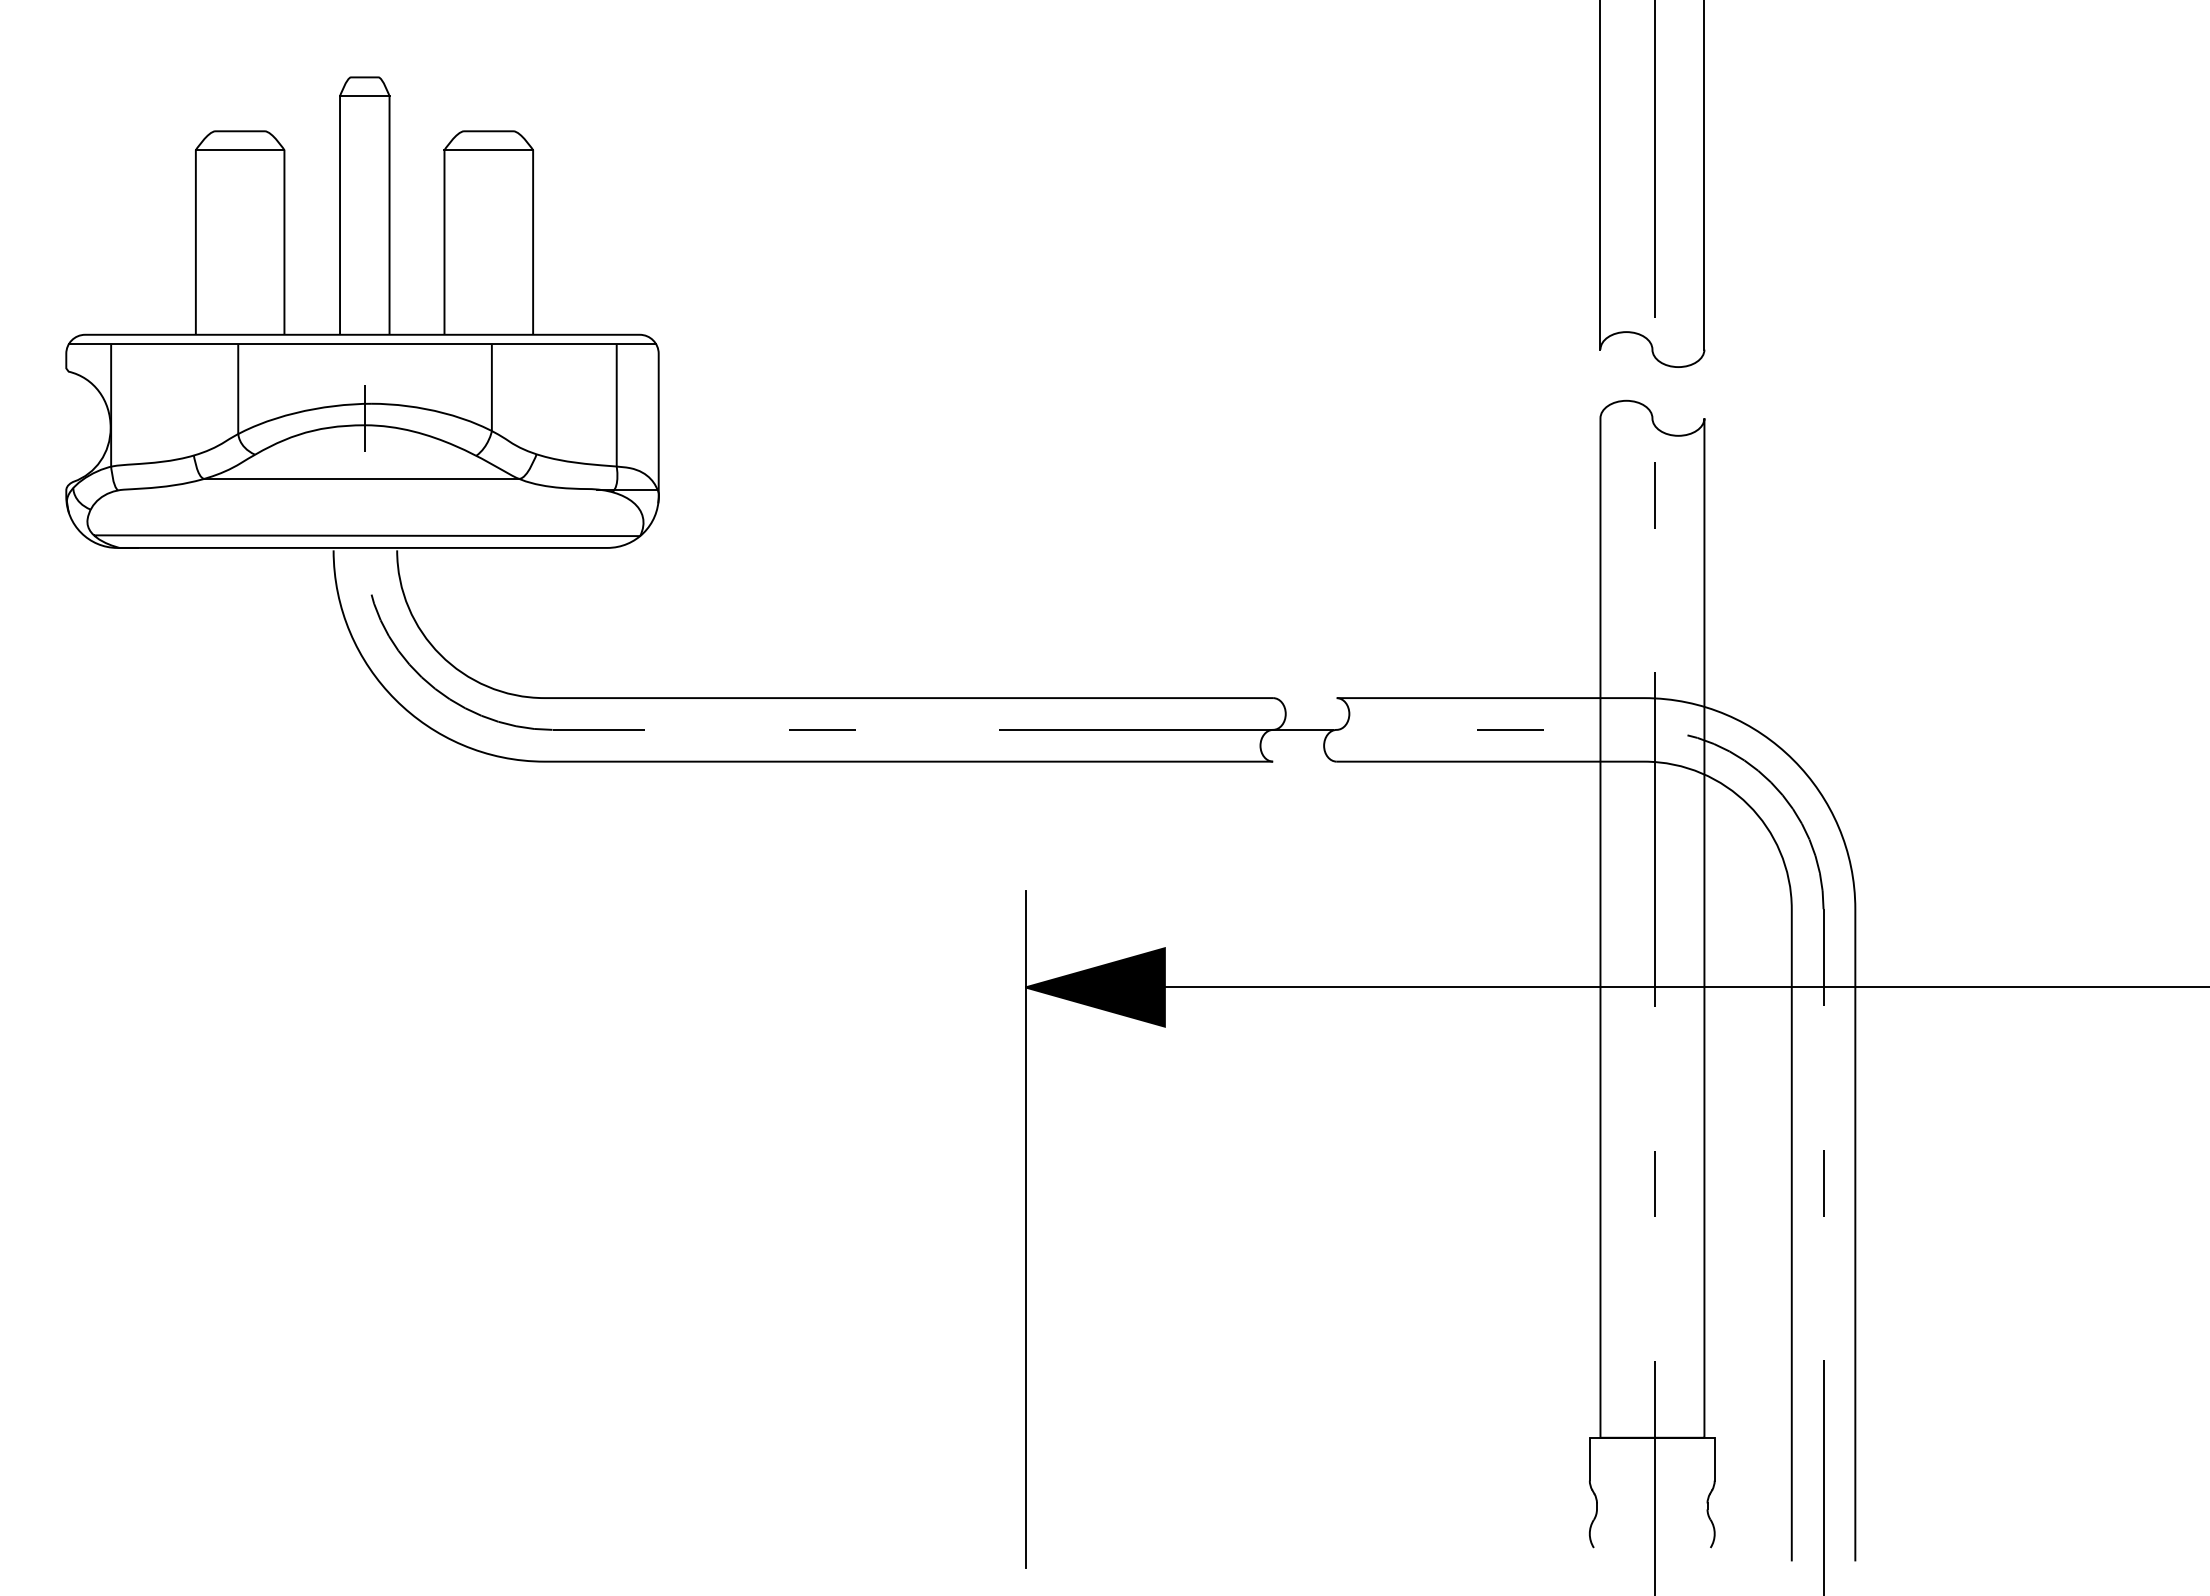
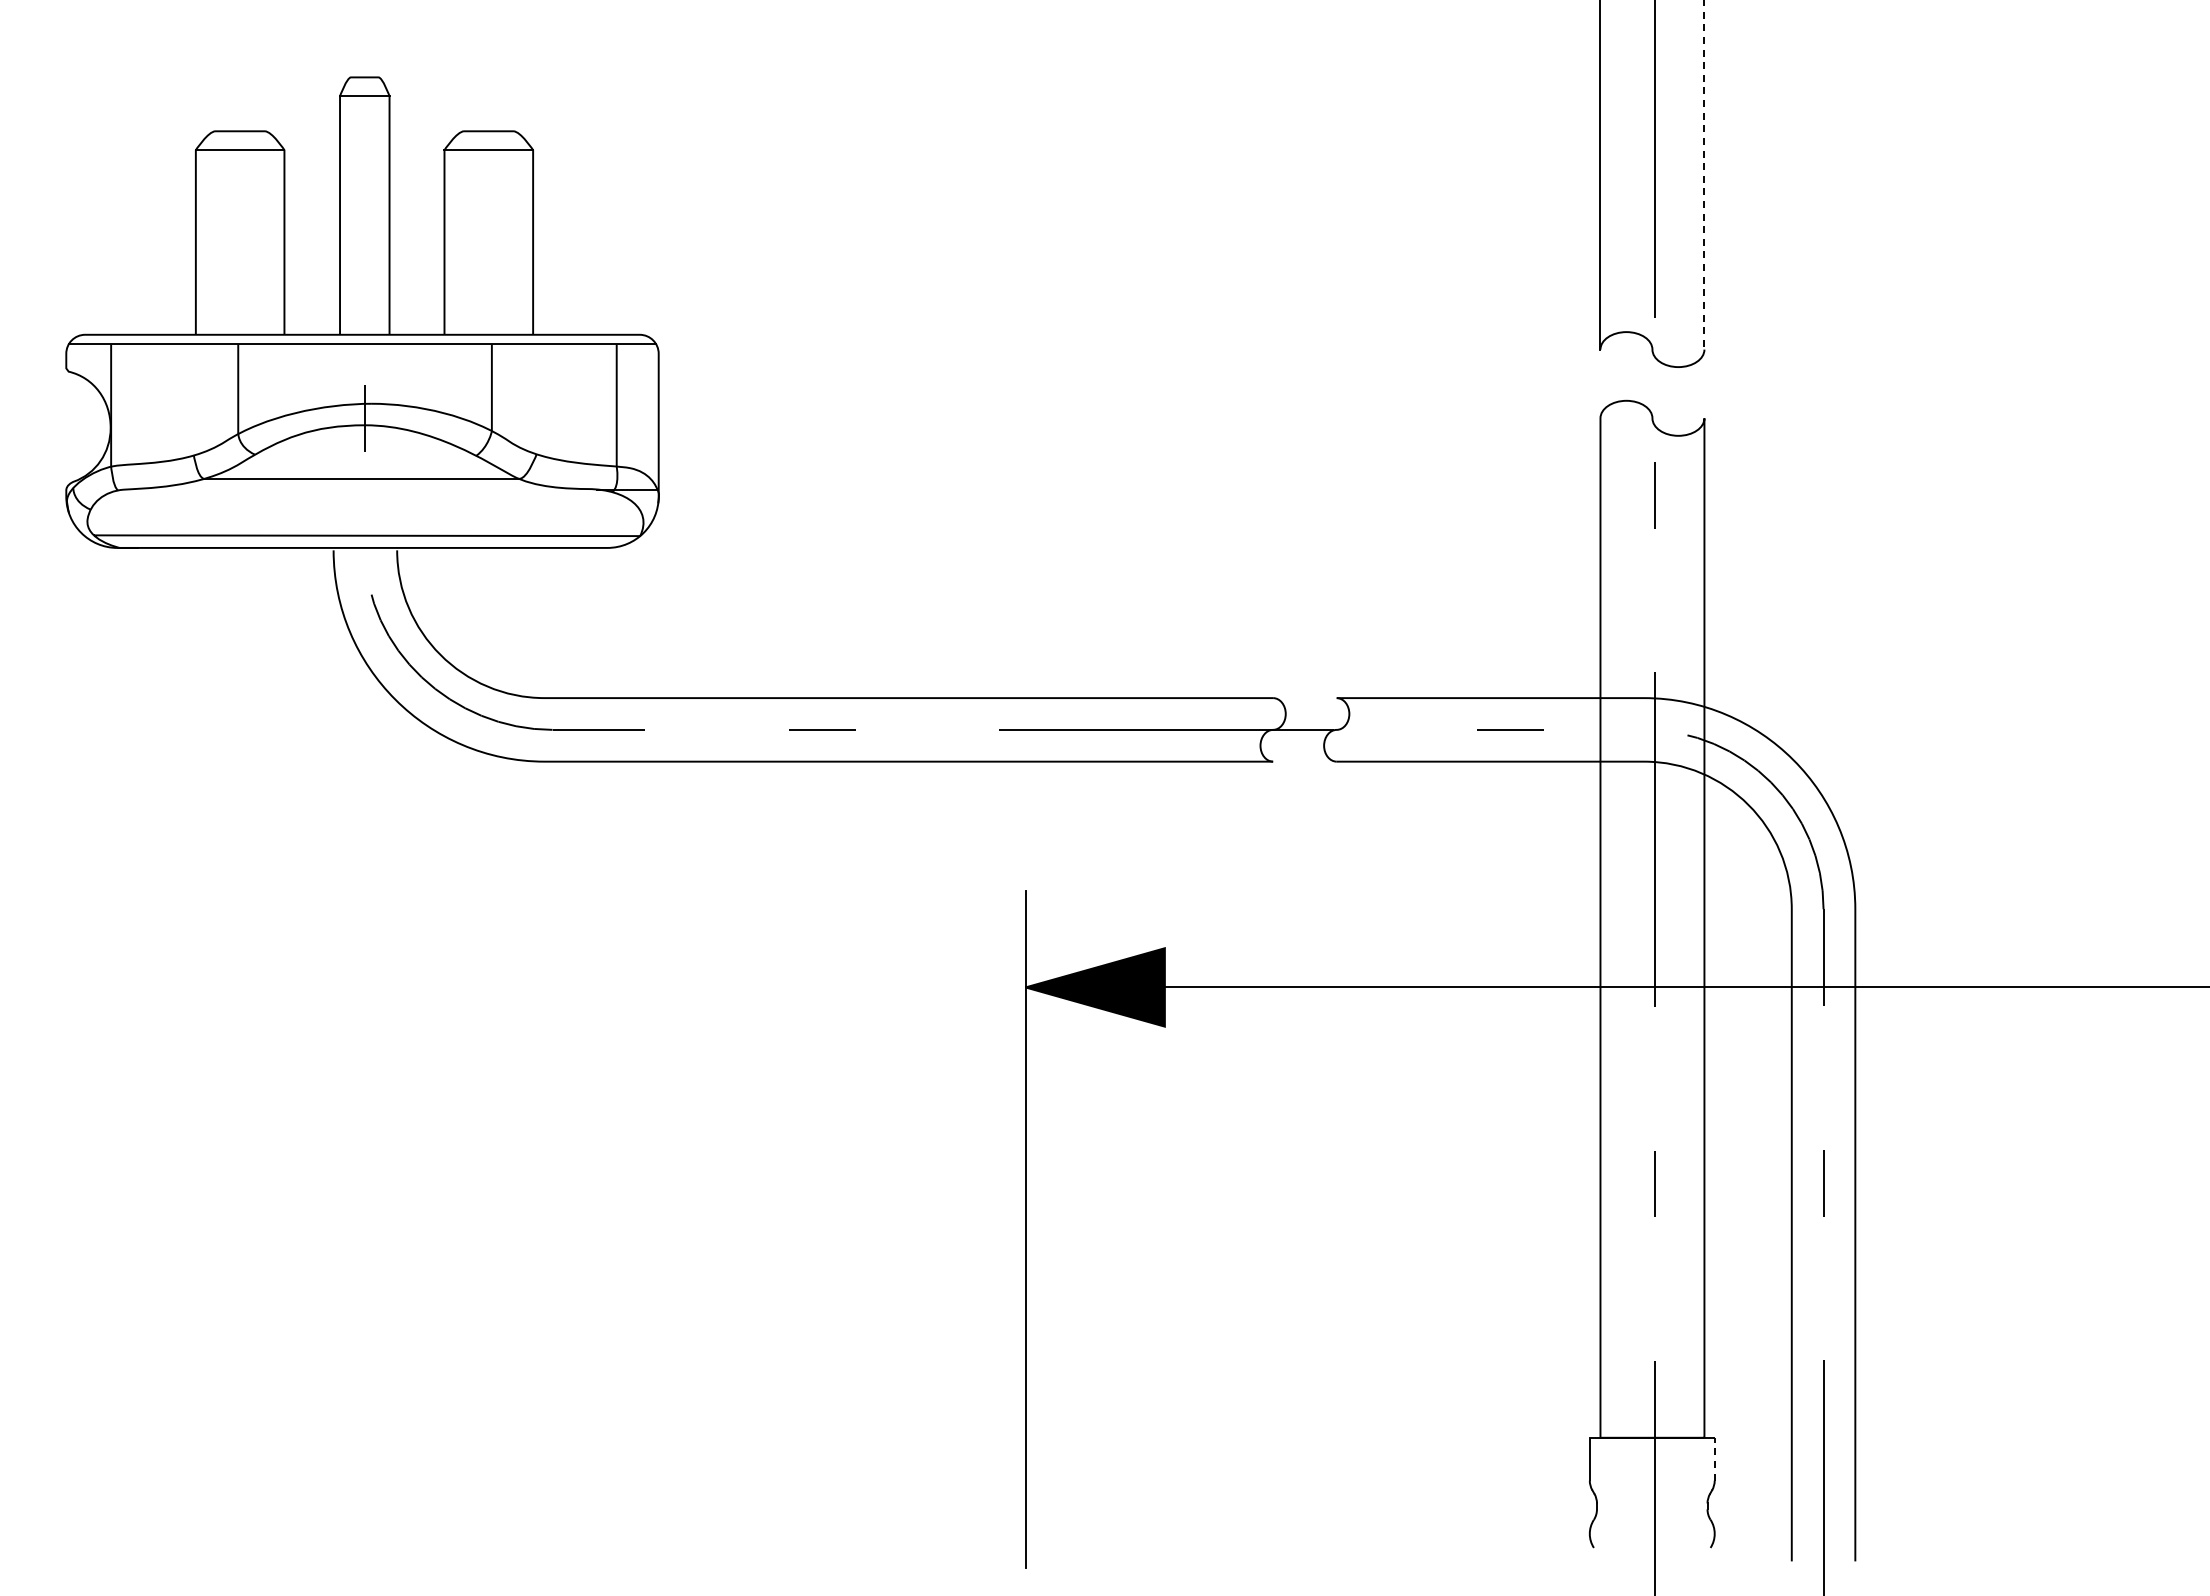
line at (1704, 175): solid -> dashed
line at (1714, 1458): solid -> dashed
